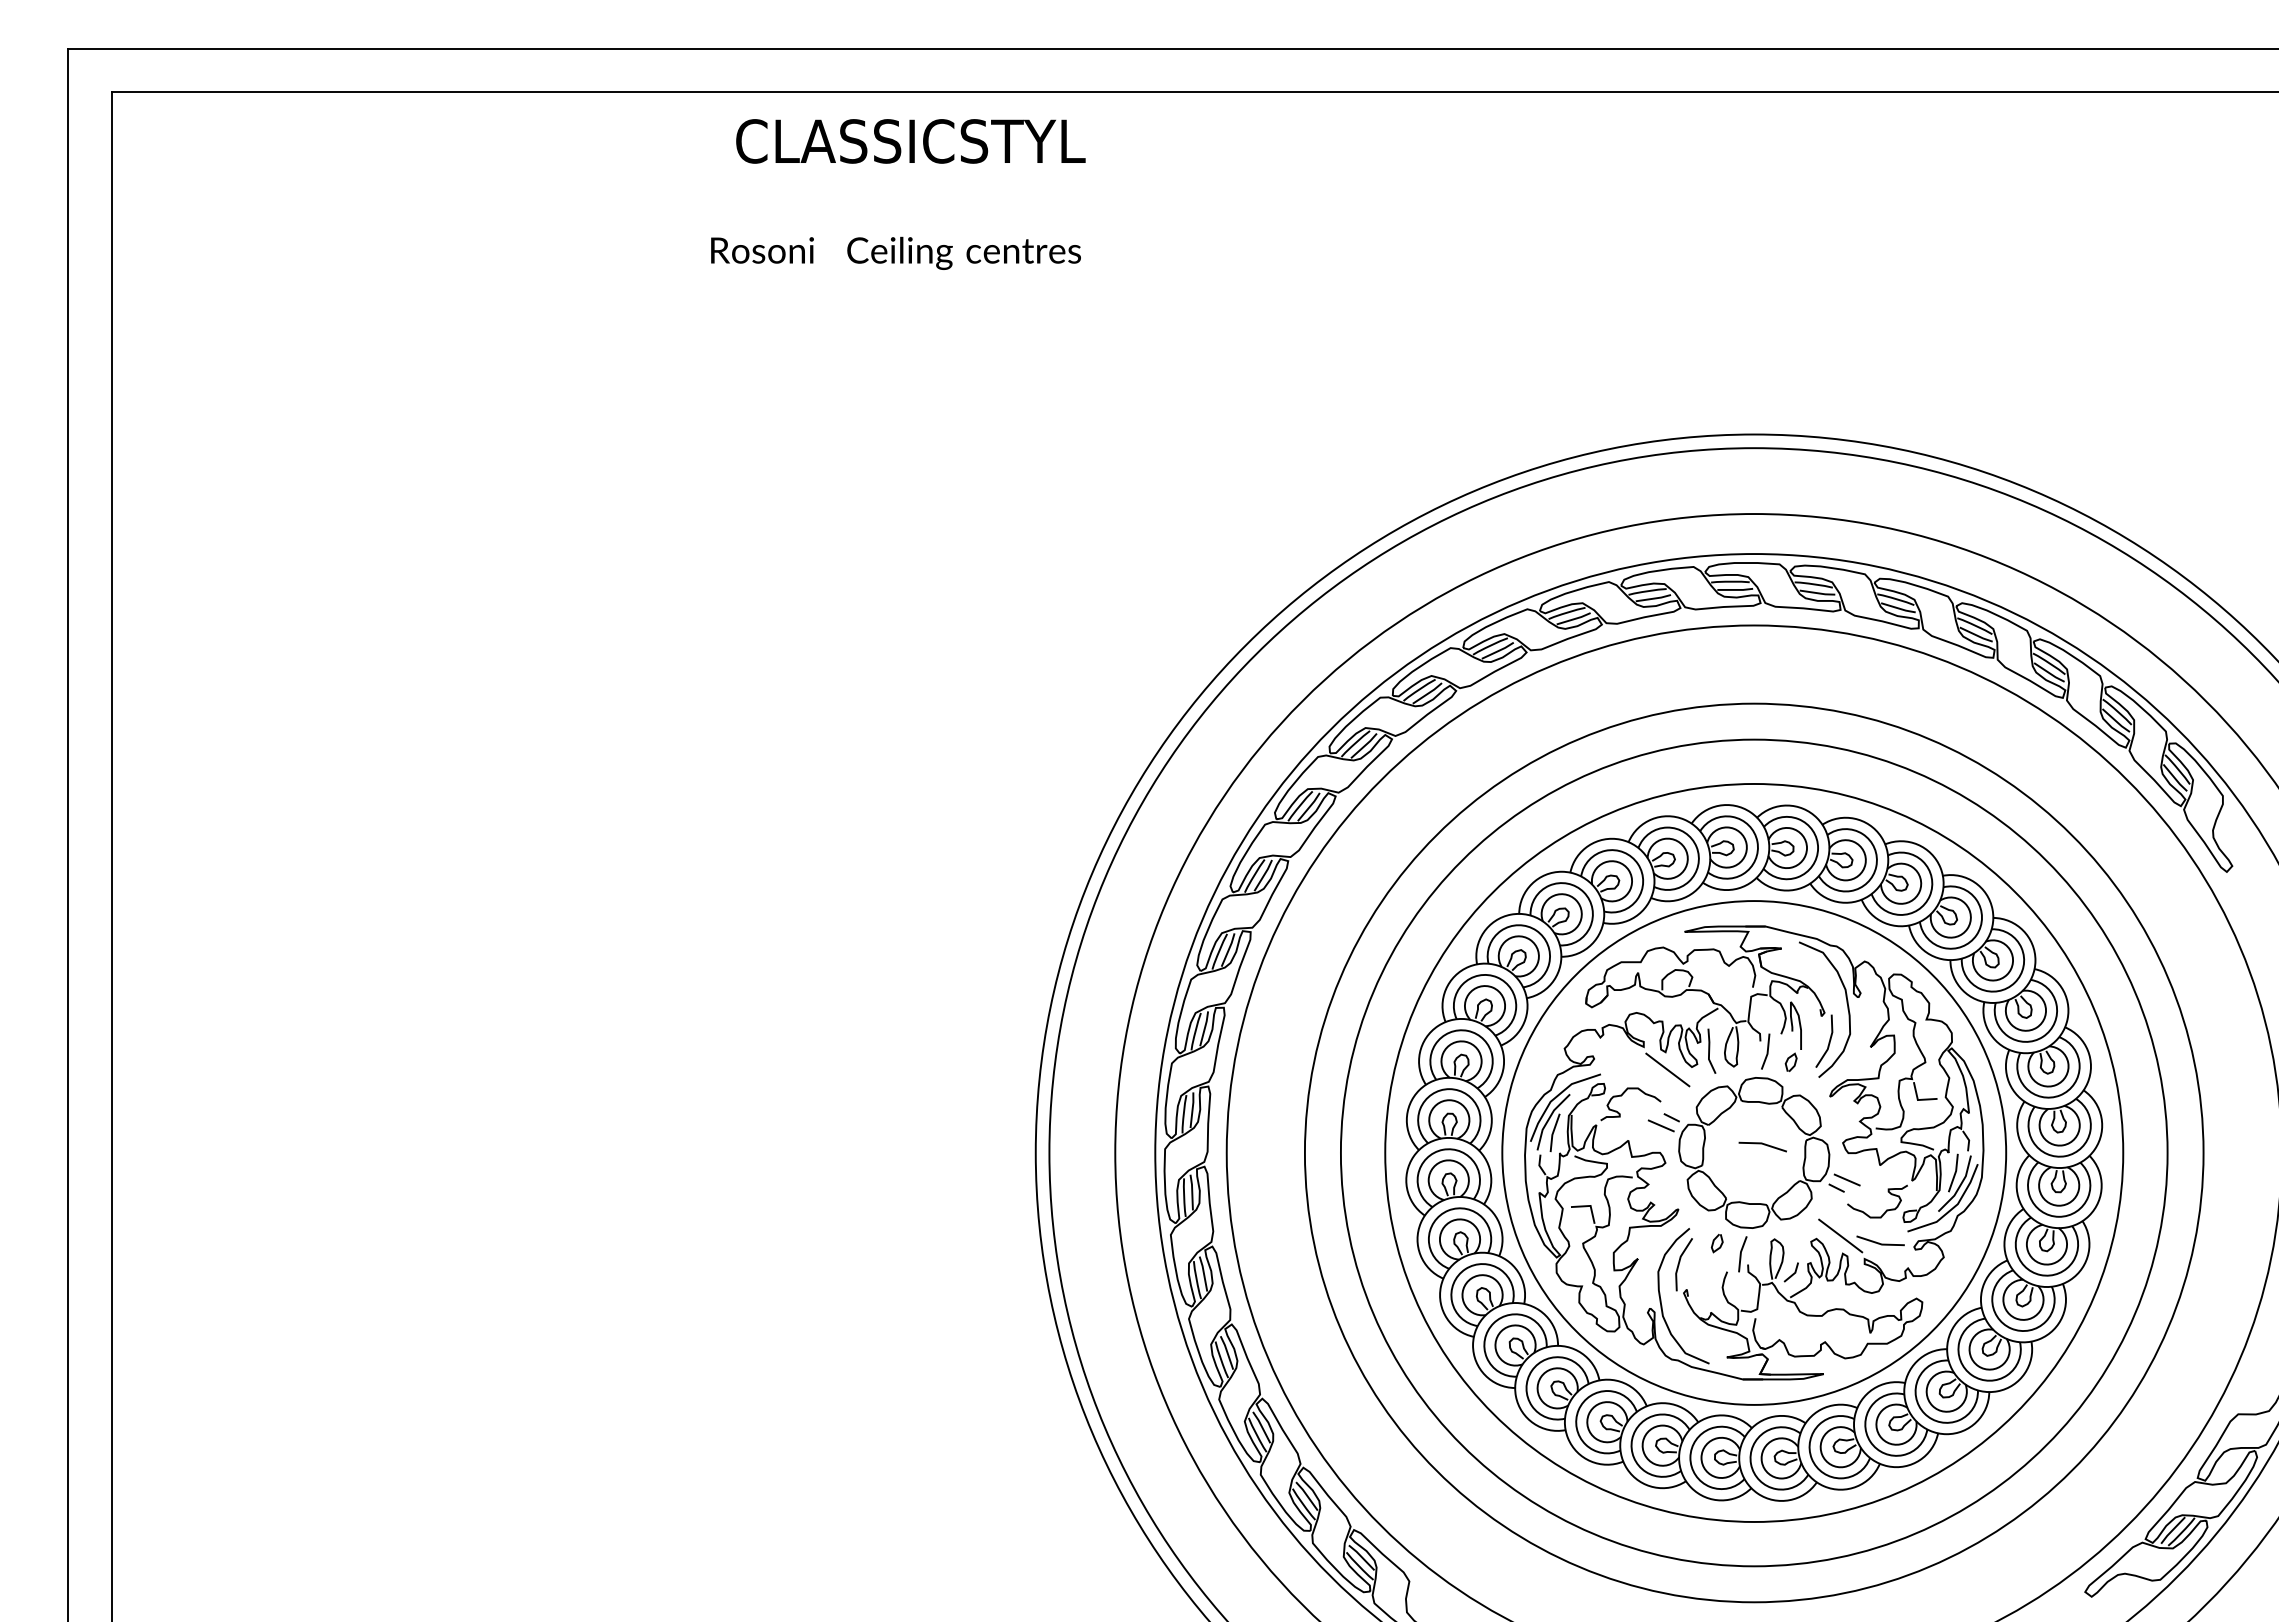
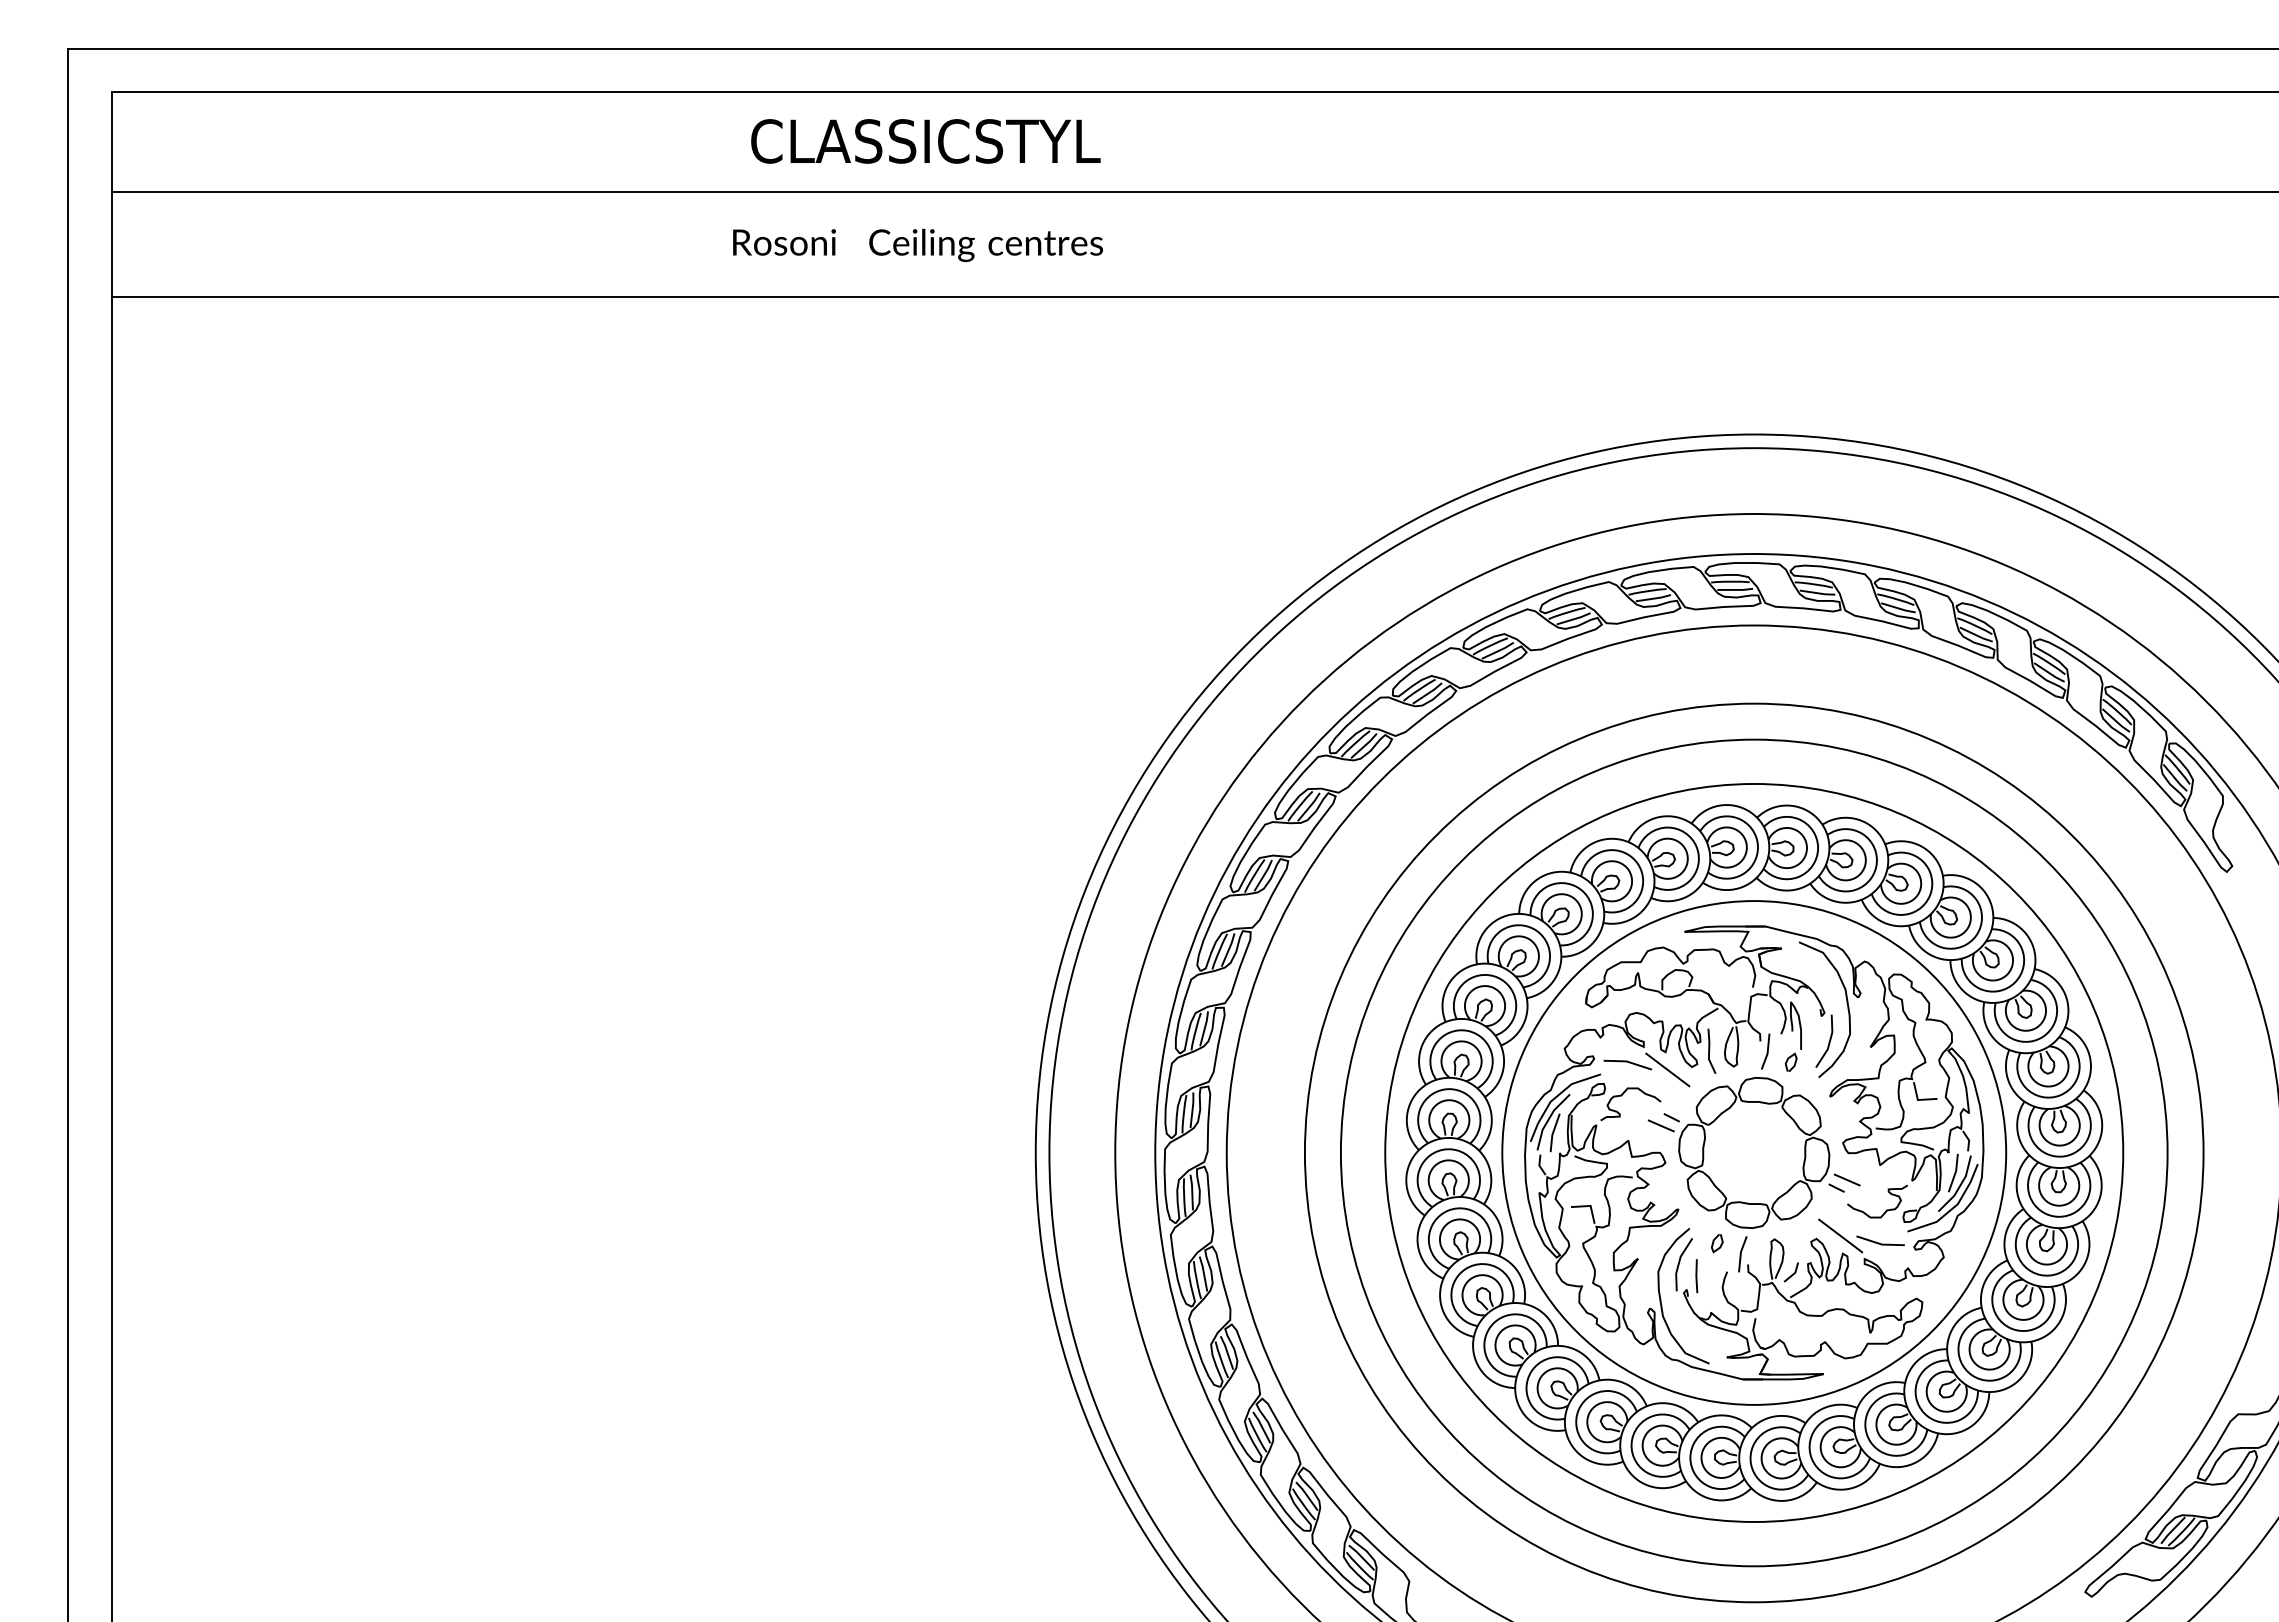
text at (910, 141) position: (910, 141) -> (925, 141)
line at (1193, 191): none -> present
text at (895, 252) position: (895, 252) -> (917, 244)
line at (1193, 296): none -> present
line at (1762, 1144) position: (1762, 1144) -> (1627, 1062)
line at (1696, 1275): none -> present
